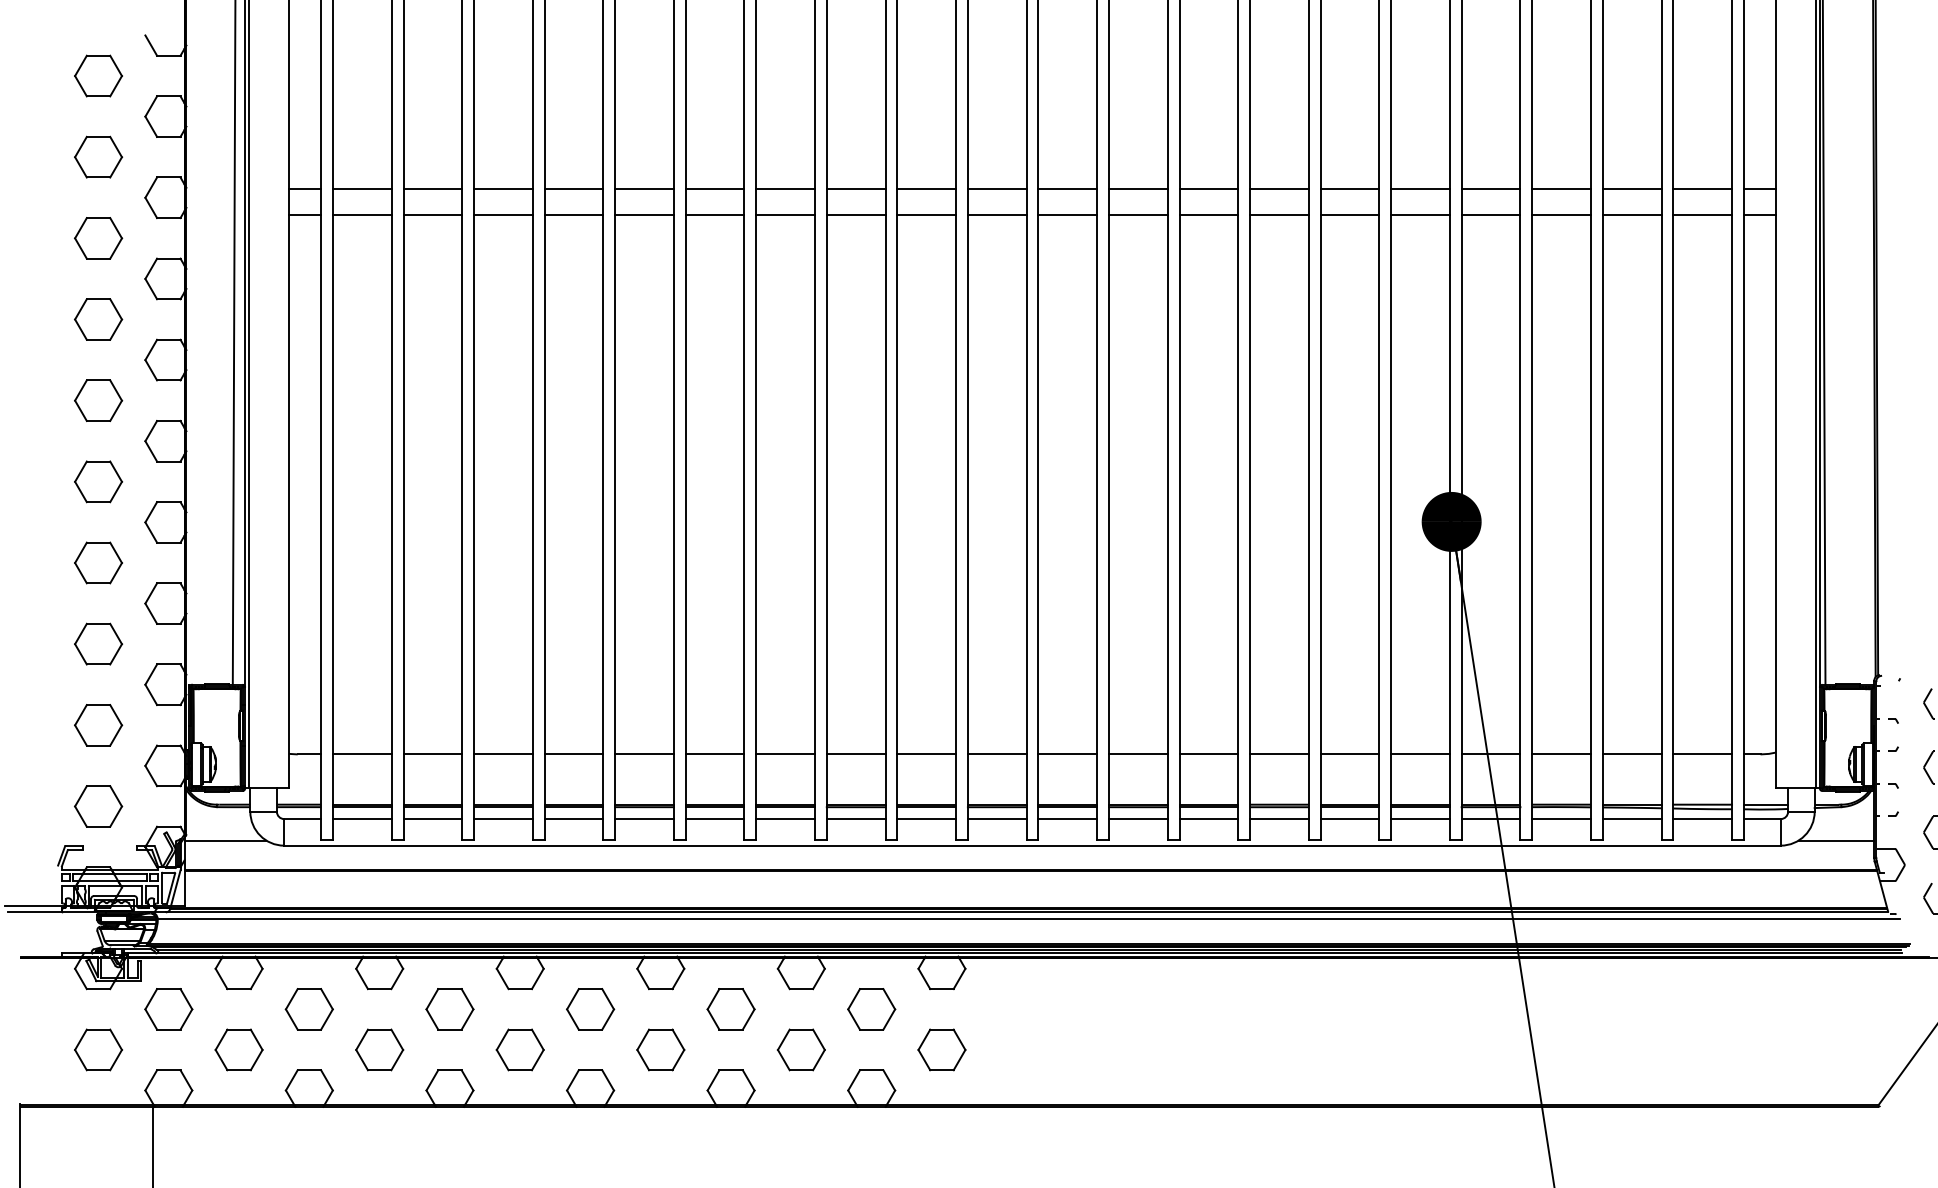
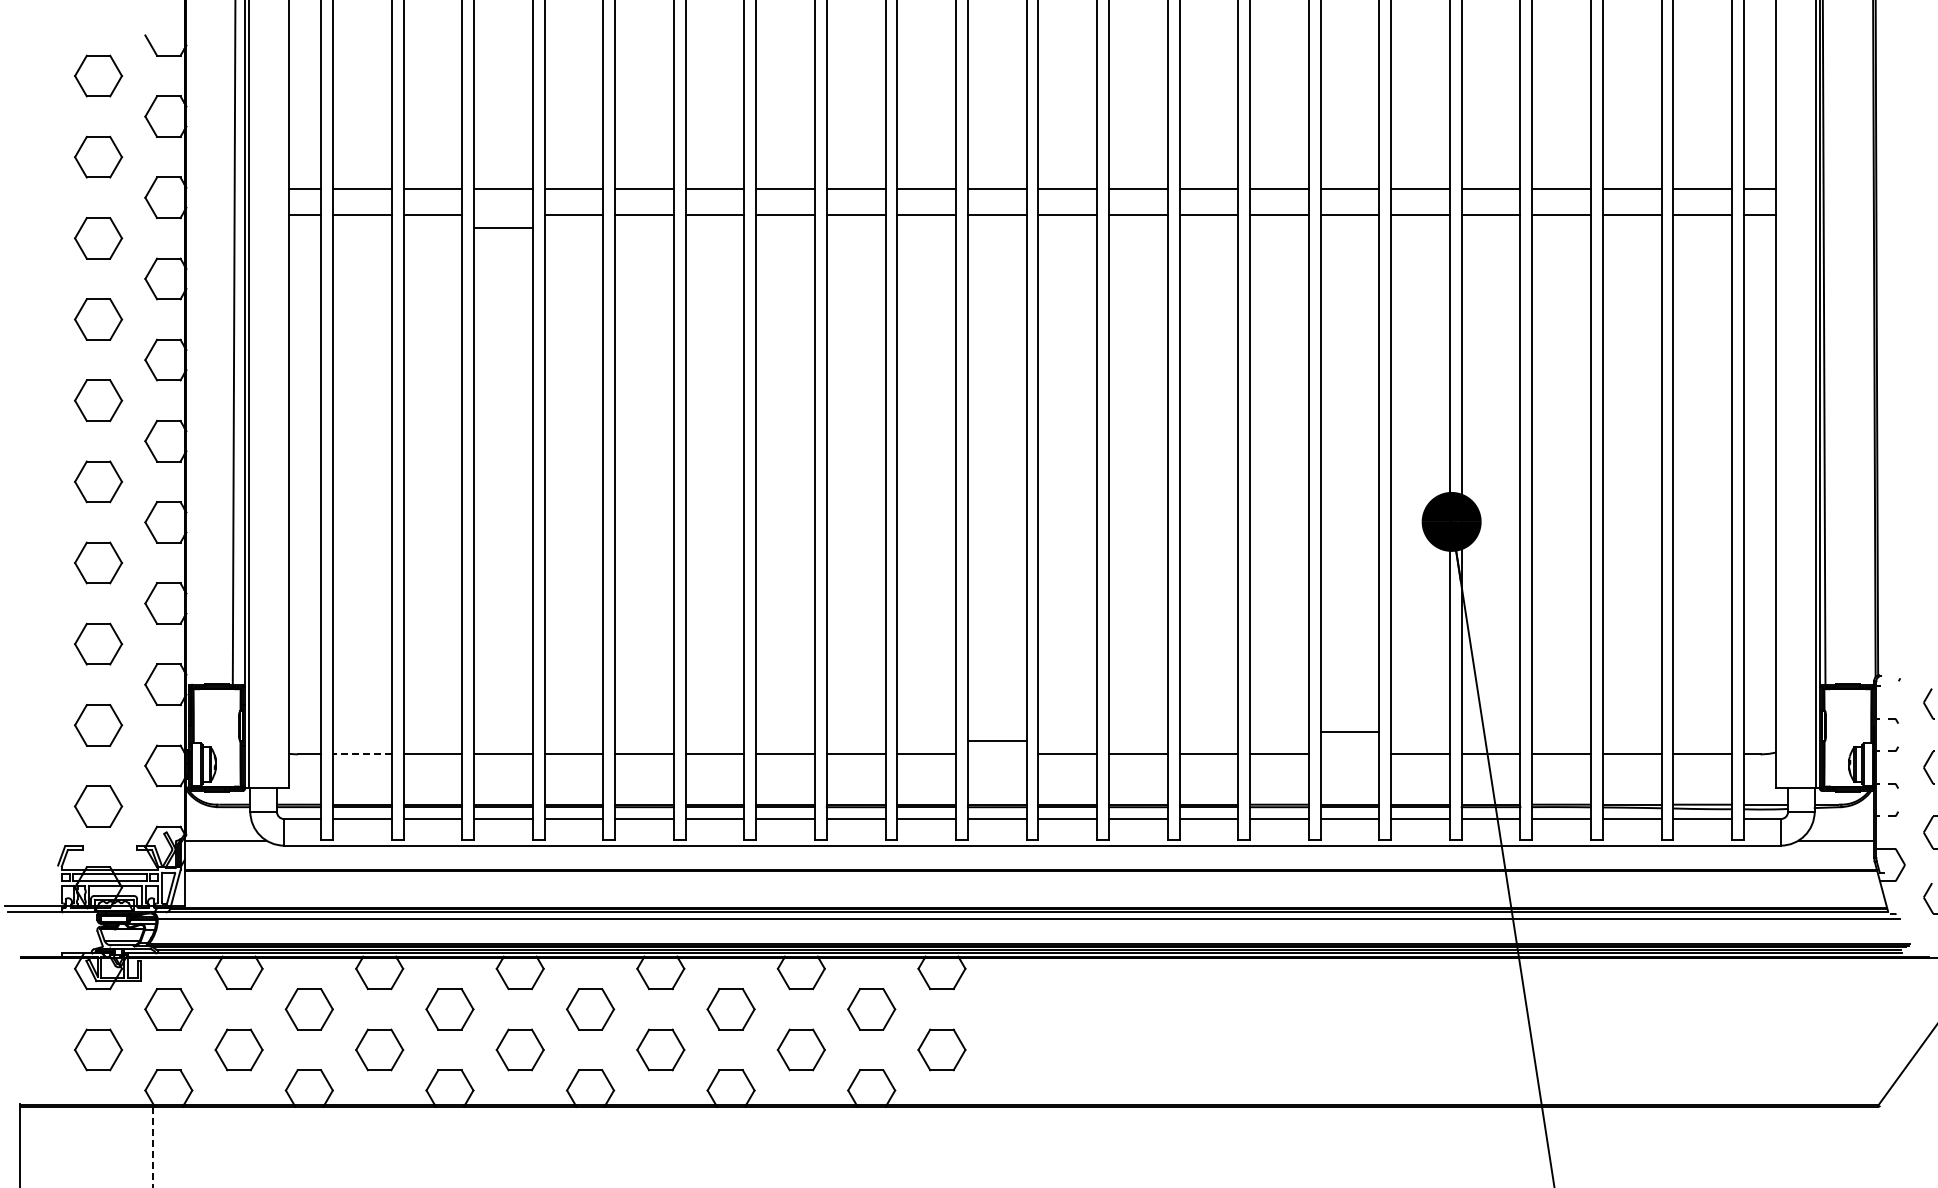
line at (503, 215) position: (503, 215) -> (503, 228)
line at (361, 754): solid -> dashed
line at (996, 754) position: (996, 754) -> (996, 741)
line at (1349, 754) position: (1349, 754) -> (1349, 732)
line at (153, 1147): solid -> dashed
